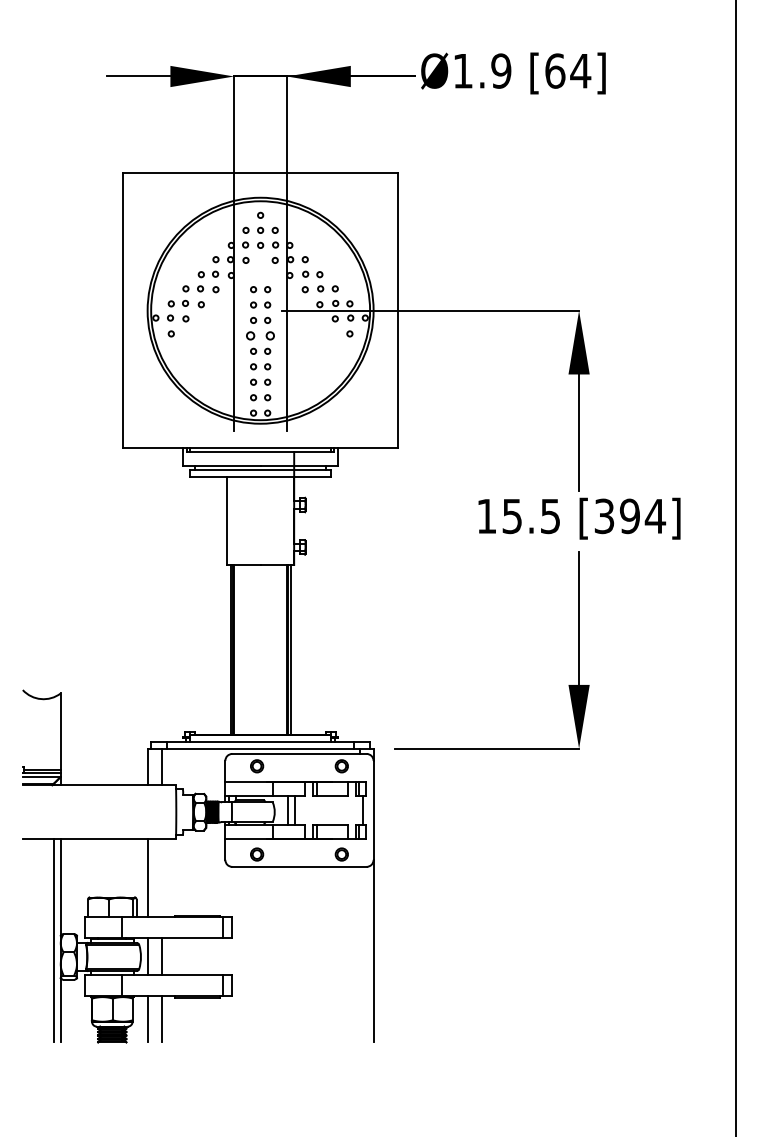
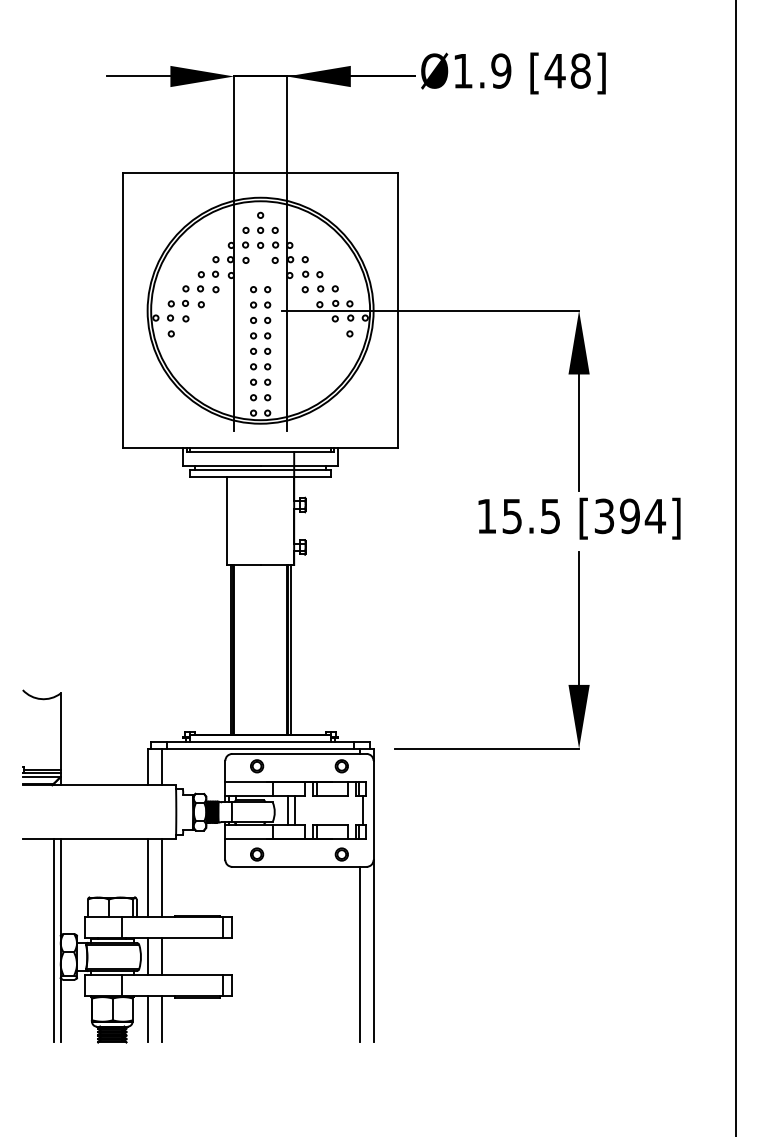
text at (567, 70): [64] -> [48]
part at (260, 335) size: 29x10 px -> 22x8 px
line at (161, 878): none -> present
line at (359, 954): none -> present
